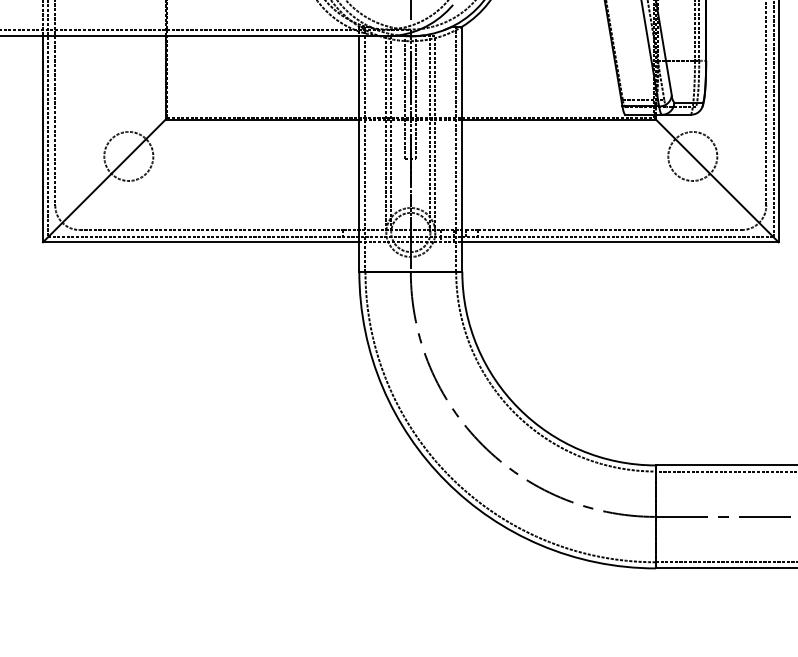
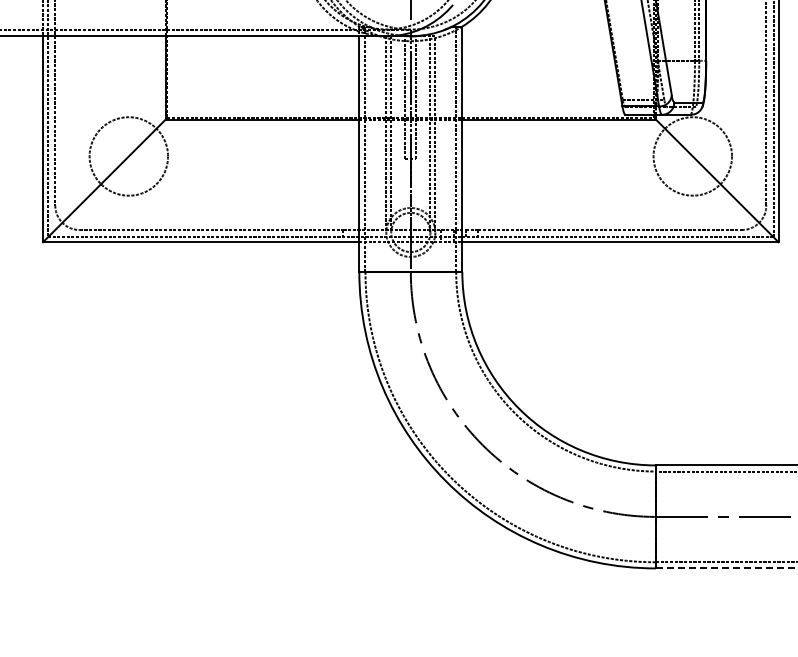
circle at (128, 155) diameter: 49 px -> 78 px
circle at (692, 155) diameter: 49 px -> 78 px
line at (727, 568): solid -> dashed
